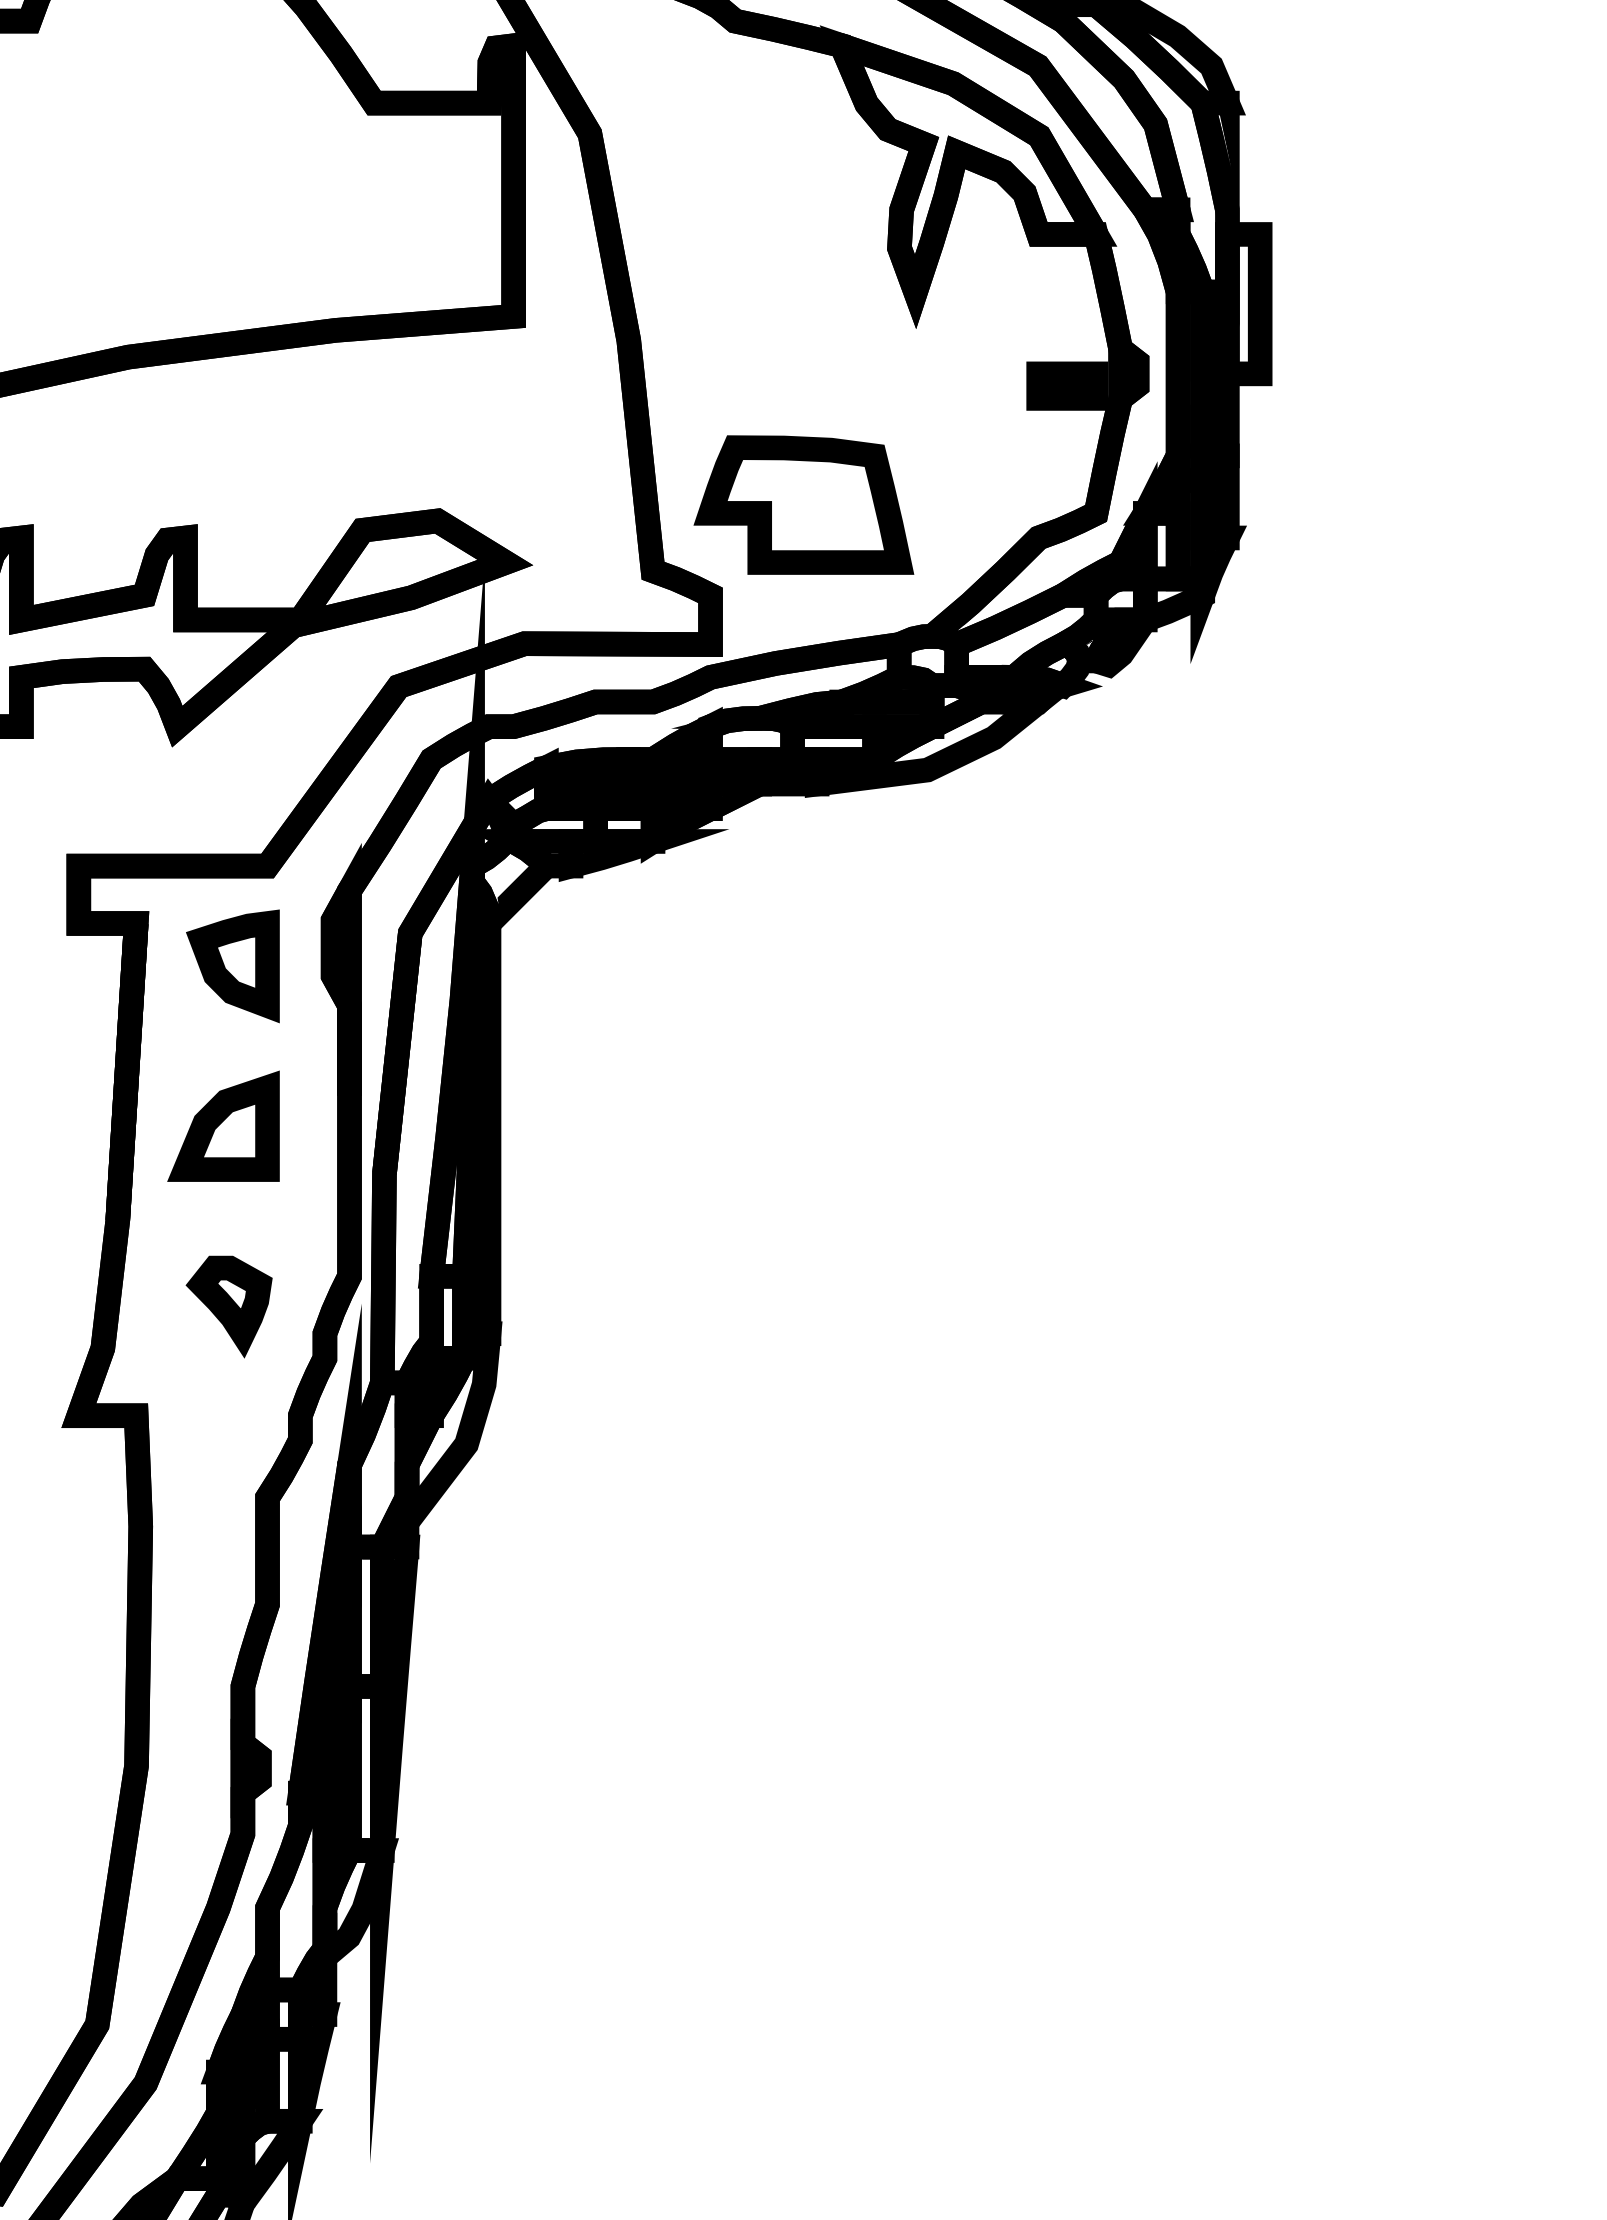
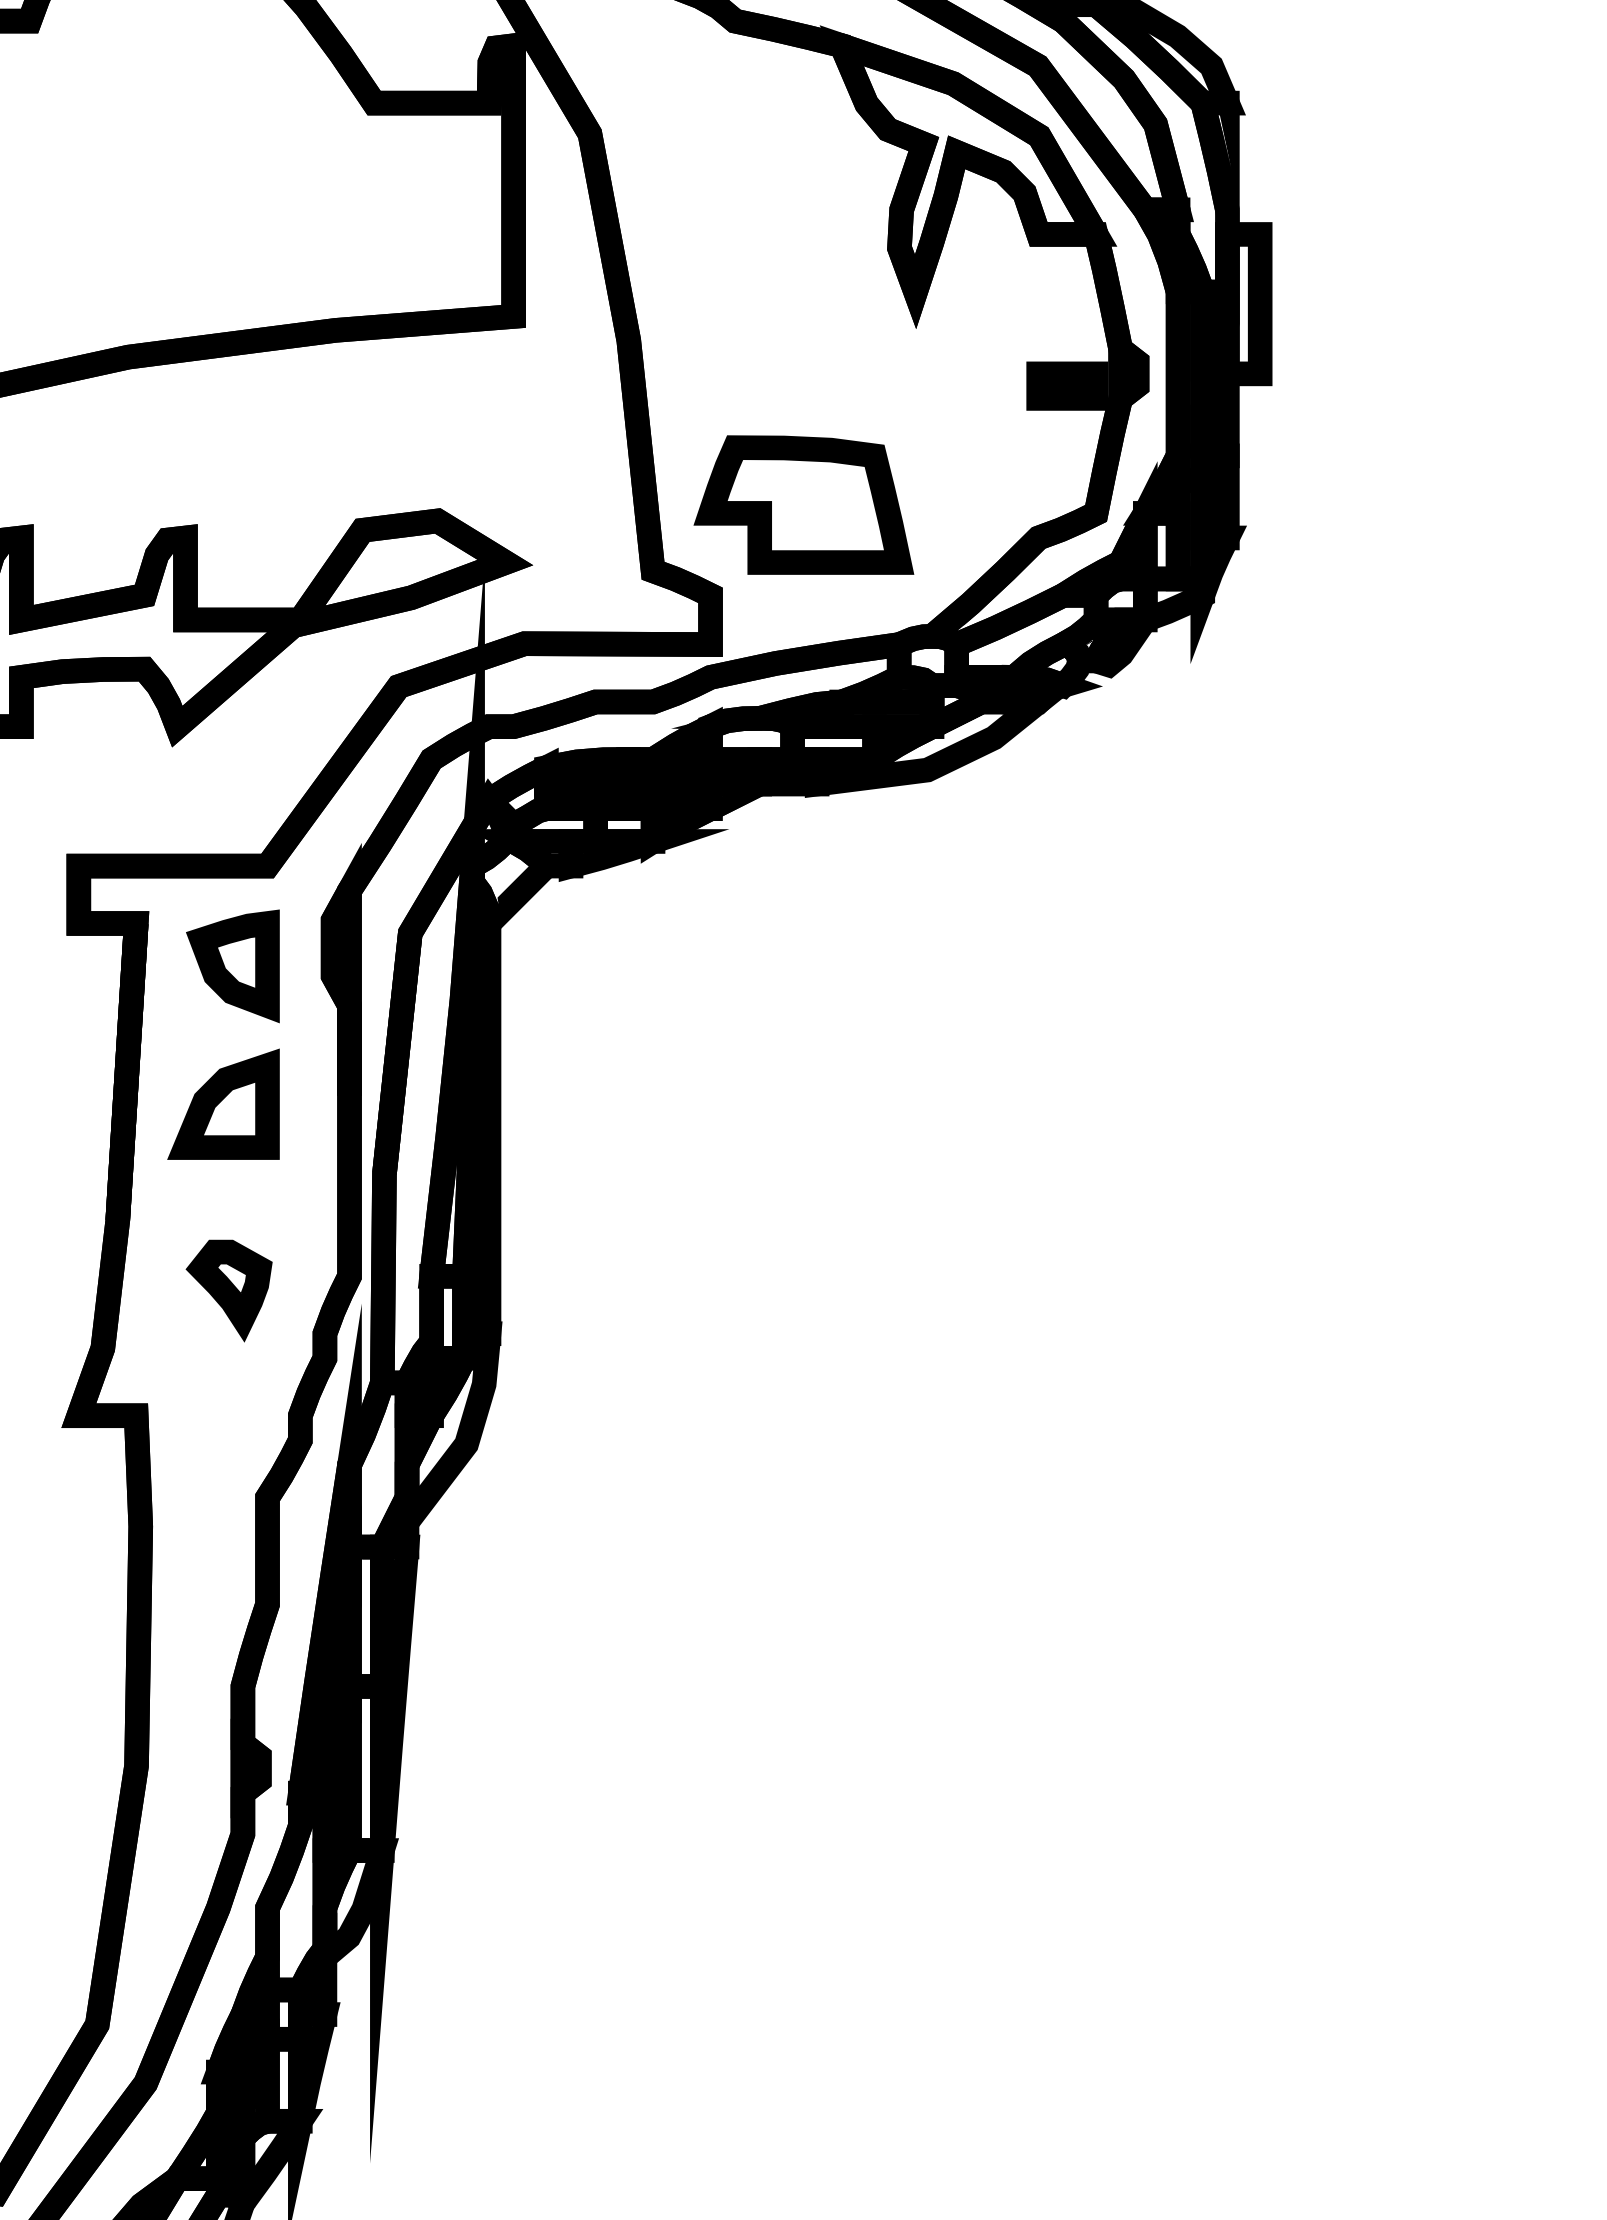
part at (223, 1125) position: (223, 1125) -> (223, 1103)
part at (228, 1306) position: (228, 1306) -> (228, 1290)
